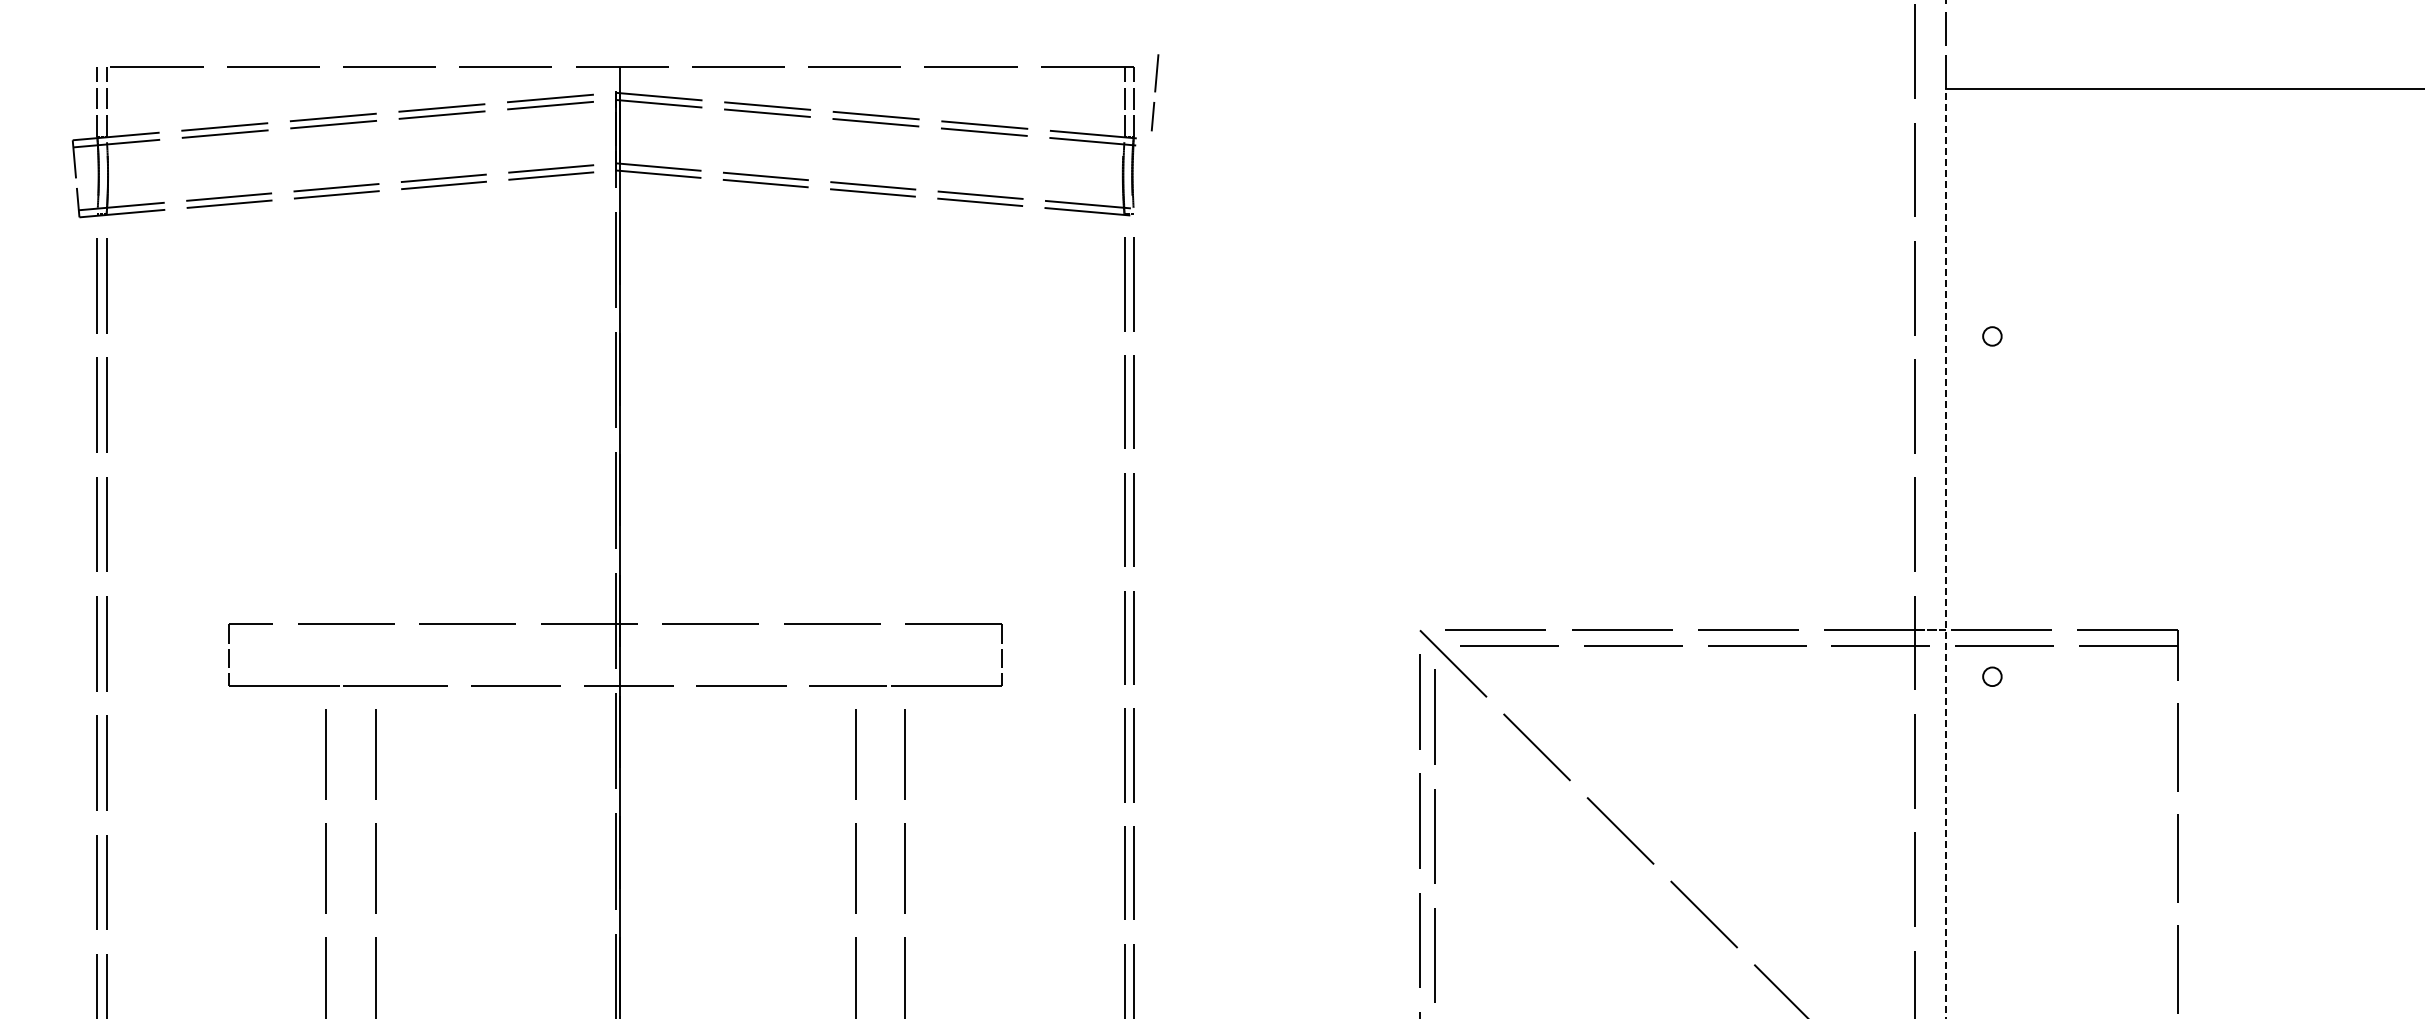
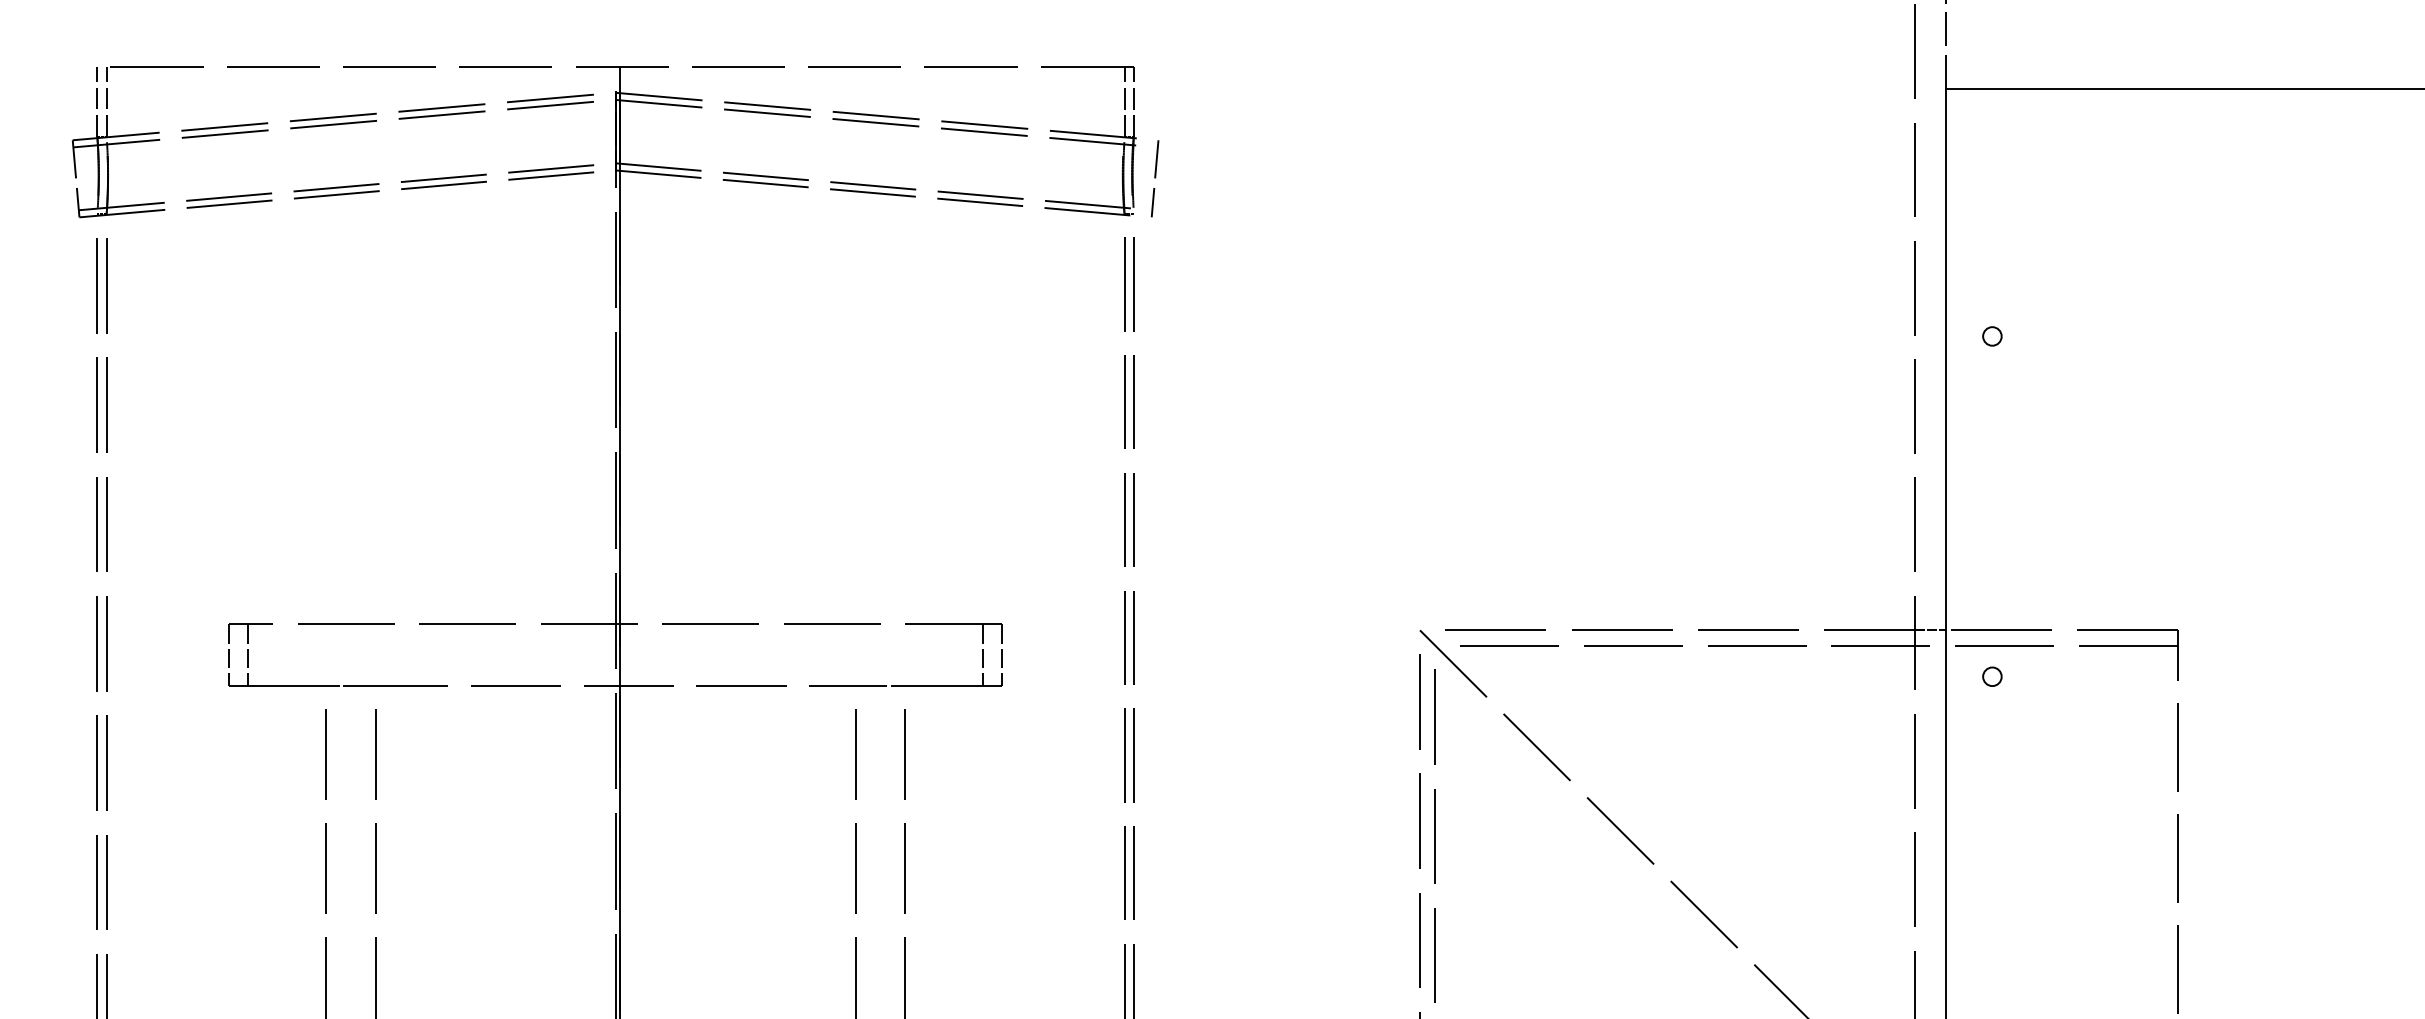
line at (1154, 92) position: (1154, 92) -> (1154, 178)
line at (1946, 553): dashed -> solid
line at (248, 655): none -> present
line at (983, 655): none -> present
